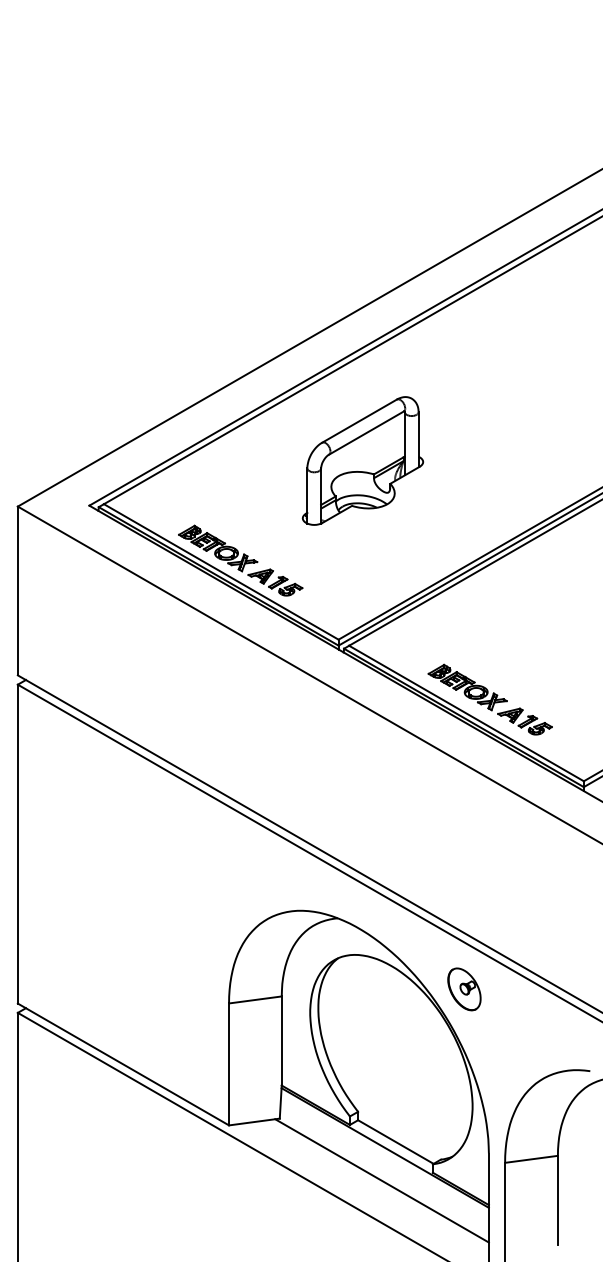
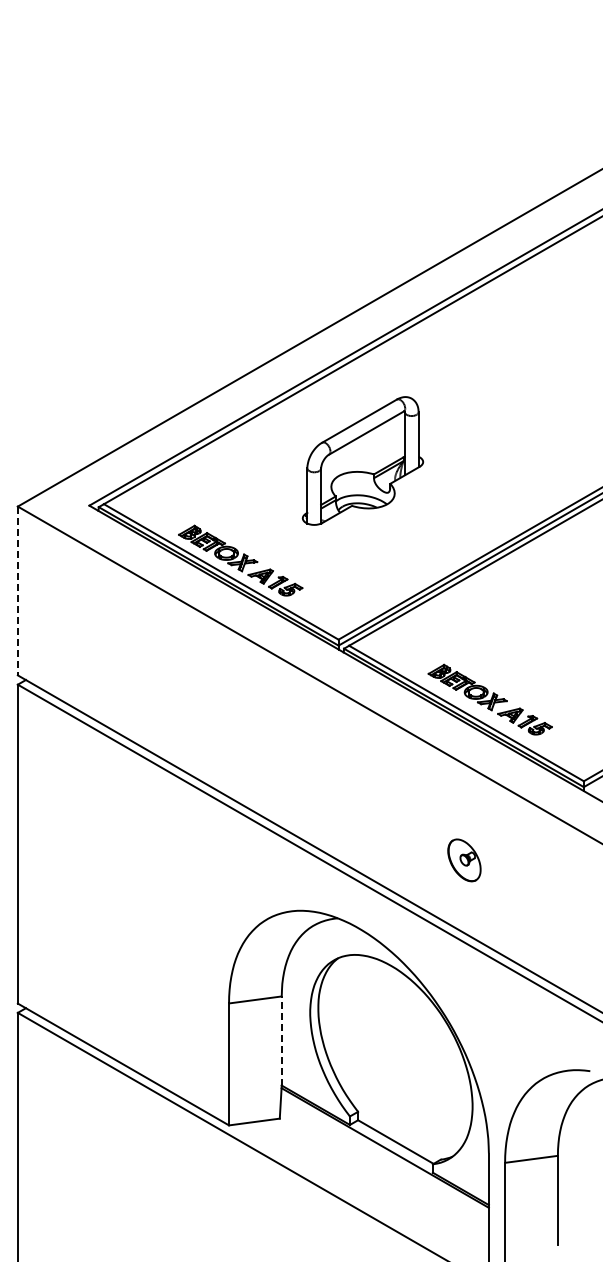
line at (17, 591): solid -> dashed
part at (464, 989) position: (464, 989) -> (464, 860)
line at (281, 1041): solid -> dashed
line at (381, 1180): present -> none
